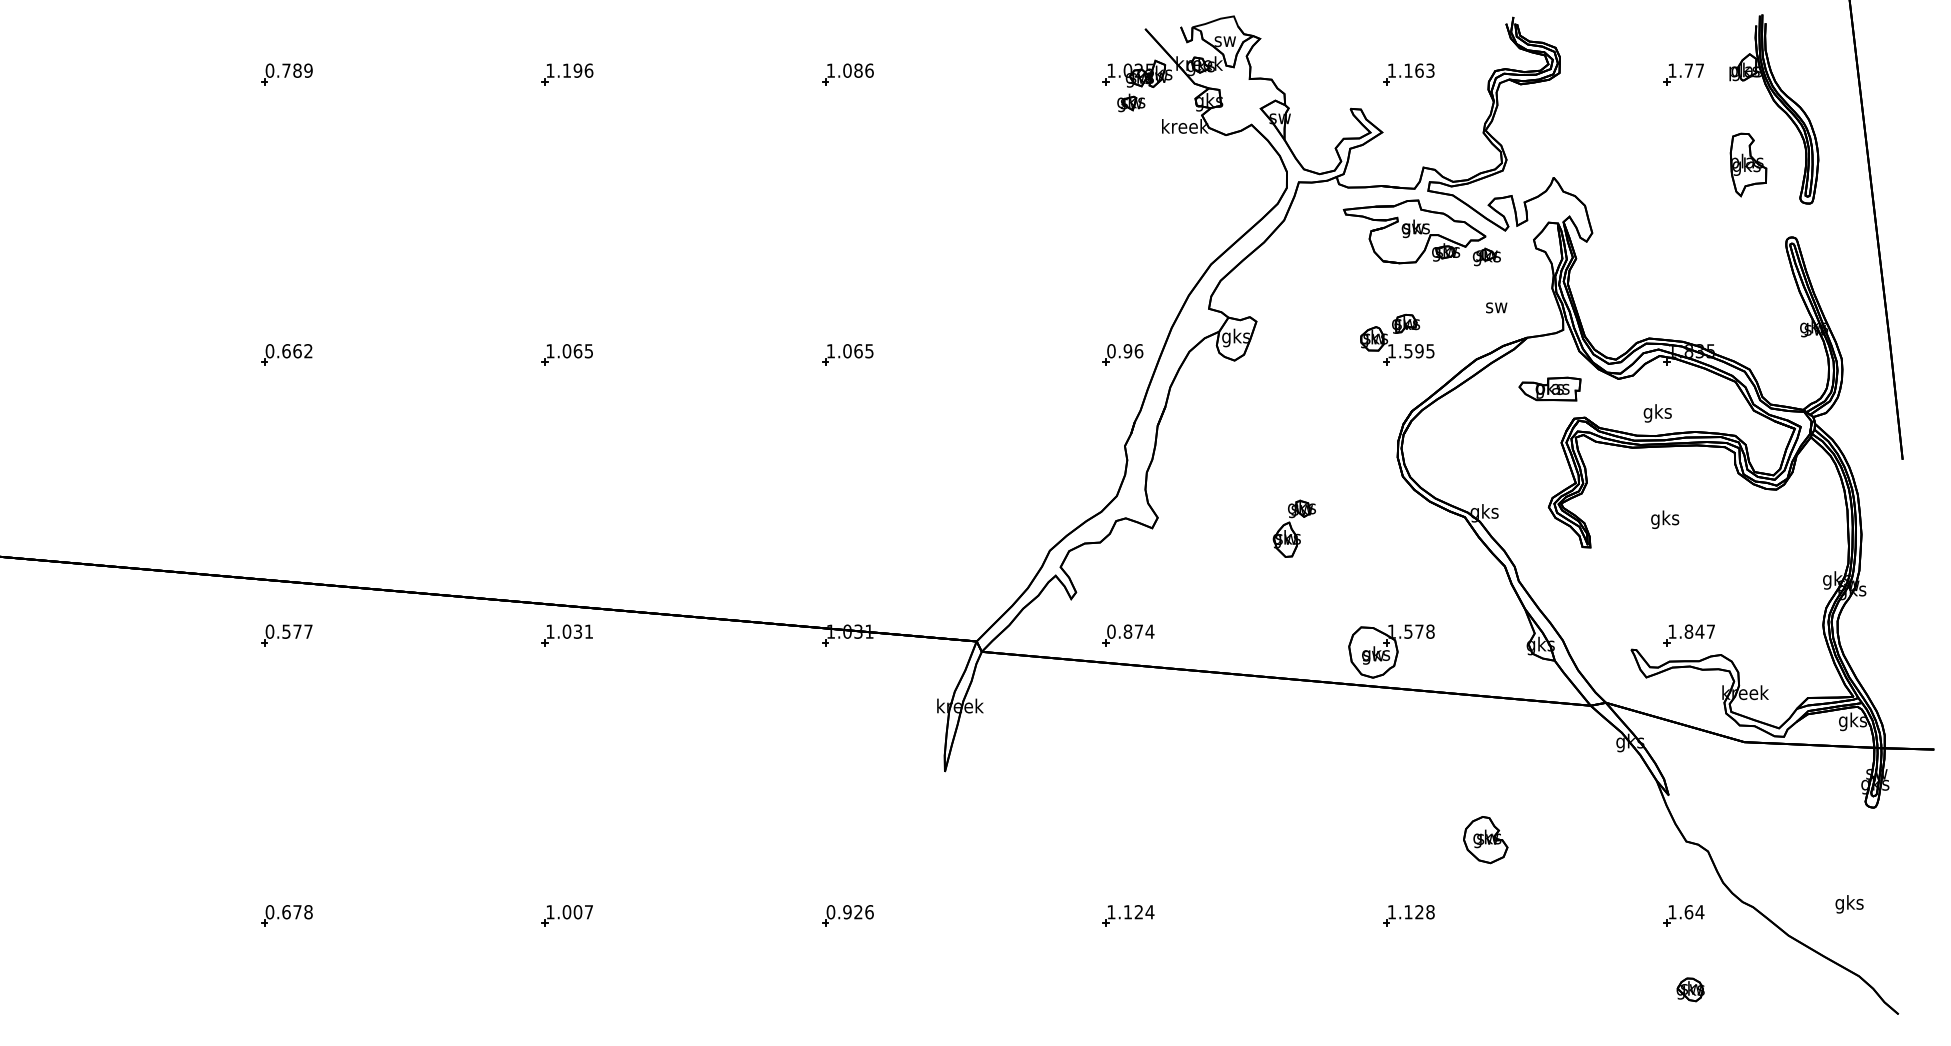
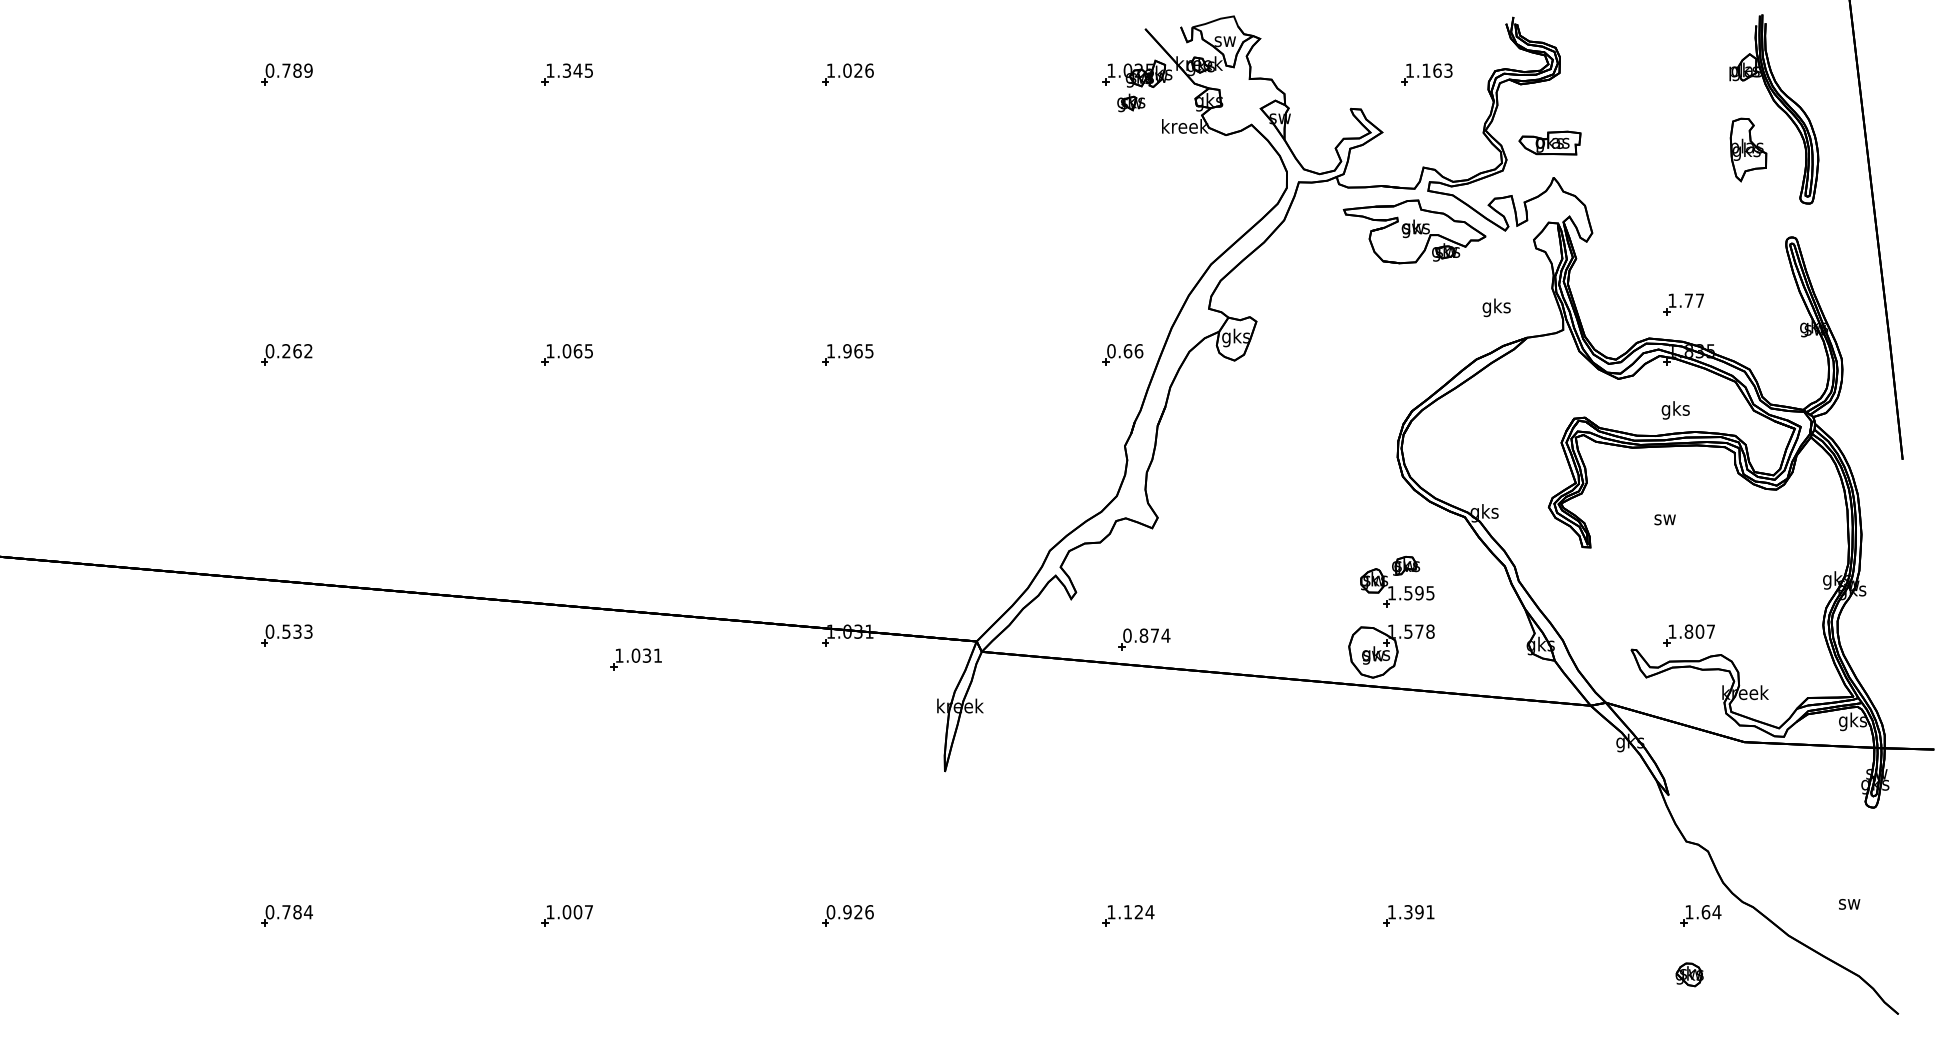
text at (577, 70): 1.196 -> 1.345
text at (858, 70): 1.086 -> 1.026
part at (1408, 74) position: (1408, 74) -> (1426, 74)
part at (1683, 74) position: (1683, 74) -> (1683, 304)
part at (1748, 164) position: (1748, 164) -> (1748, 149)
part at (1486, 256): present -> none
text at (1496, 307): sw -> gks
part at (1397, 339) position: (1397, 339) -> (1397, 581)
text at (286, 351): 0.662 -> 0.262
text at (847, 351): 1.065 -> 1.965
text at (1127, 351): 0.96 -> 0.66
part at (1549, 388) position: (1549, 388) -> (1549, 142)
text at (1657, 413) position: (1657, 413) -> (1675, 410)
text at (1665, 519): gks -> sw
part at (1293, 528): present -> none
text at (302, 631): 0.577 -> 0.533
text at (1699, 631): 1.847 -> 1.807
part at (566, 635) position: (566, 635) -> (635, 659)
part at (1128, 635) position: (1128, 635) -> (1144, 639)
part at (1485, 840): present -> none
text at (1849, 904): gks -> sw
text at (297, 912): 0.678 -> 0.784
text at (1419, 912): 1.128 -> 1.391
part at (1683, 915) position: (1683, 915) -> (1700, 915)
part at (1690, 989) position: (1690, 989) -> (1689, 974)
